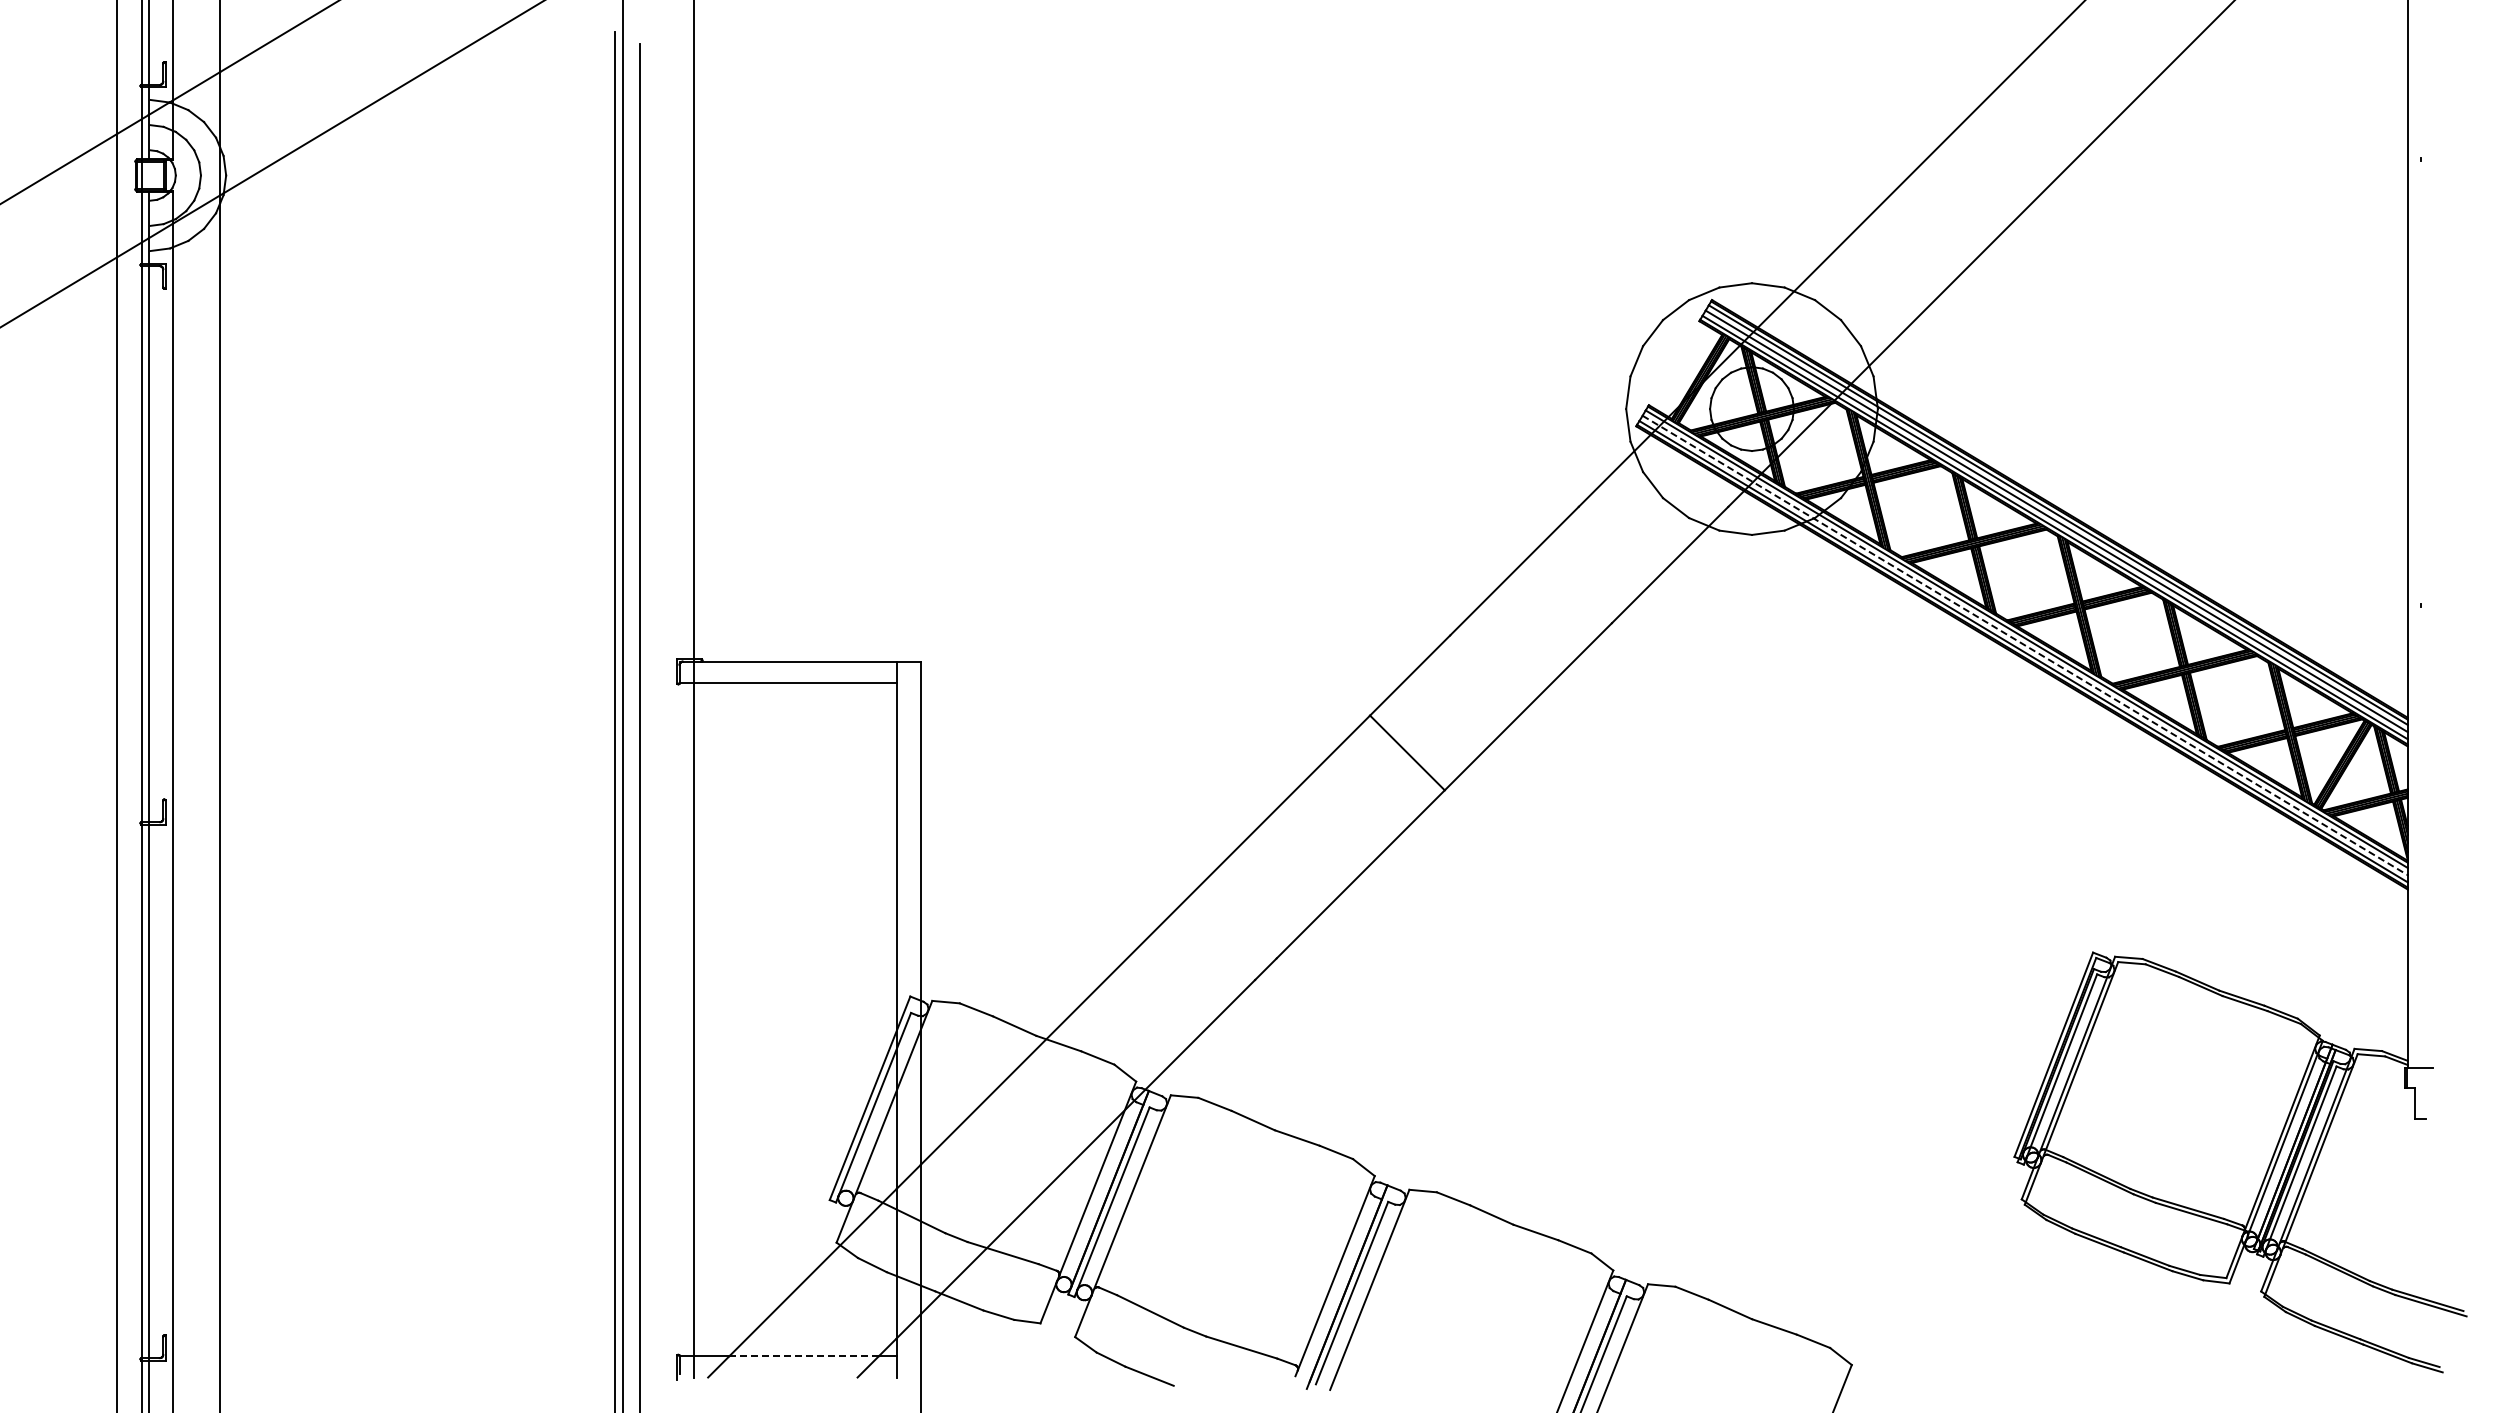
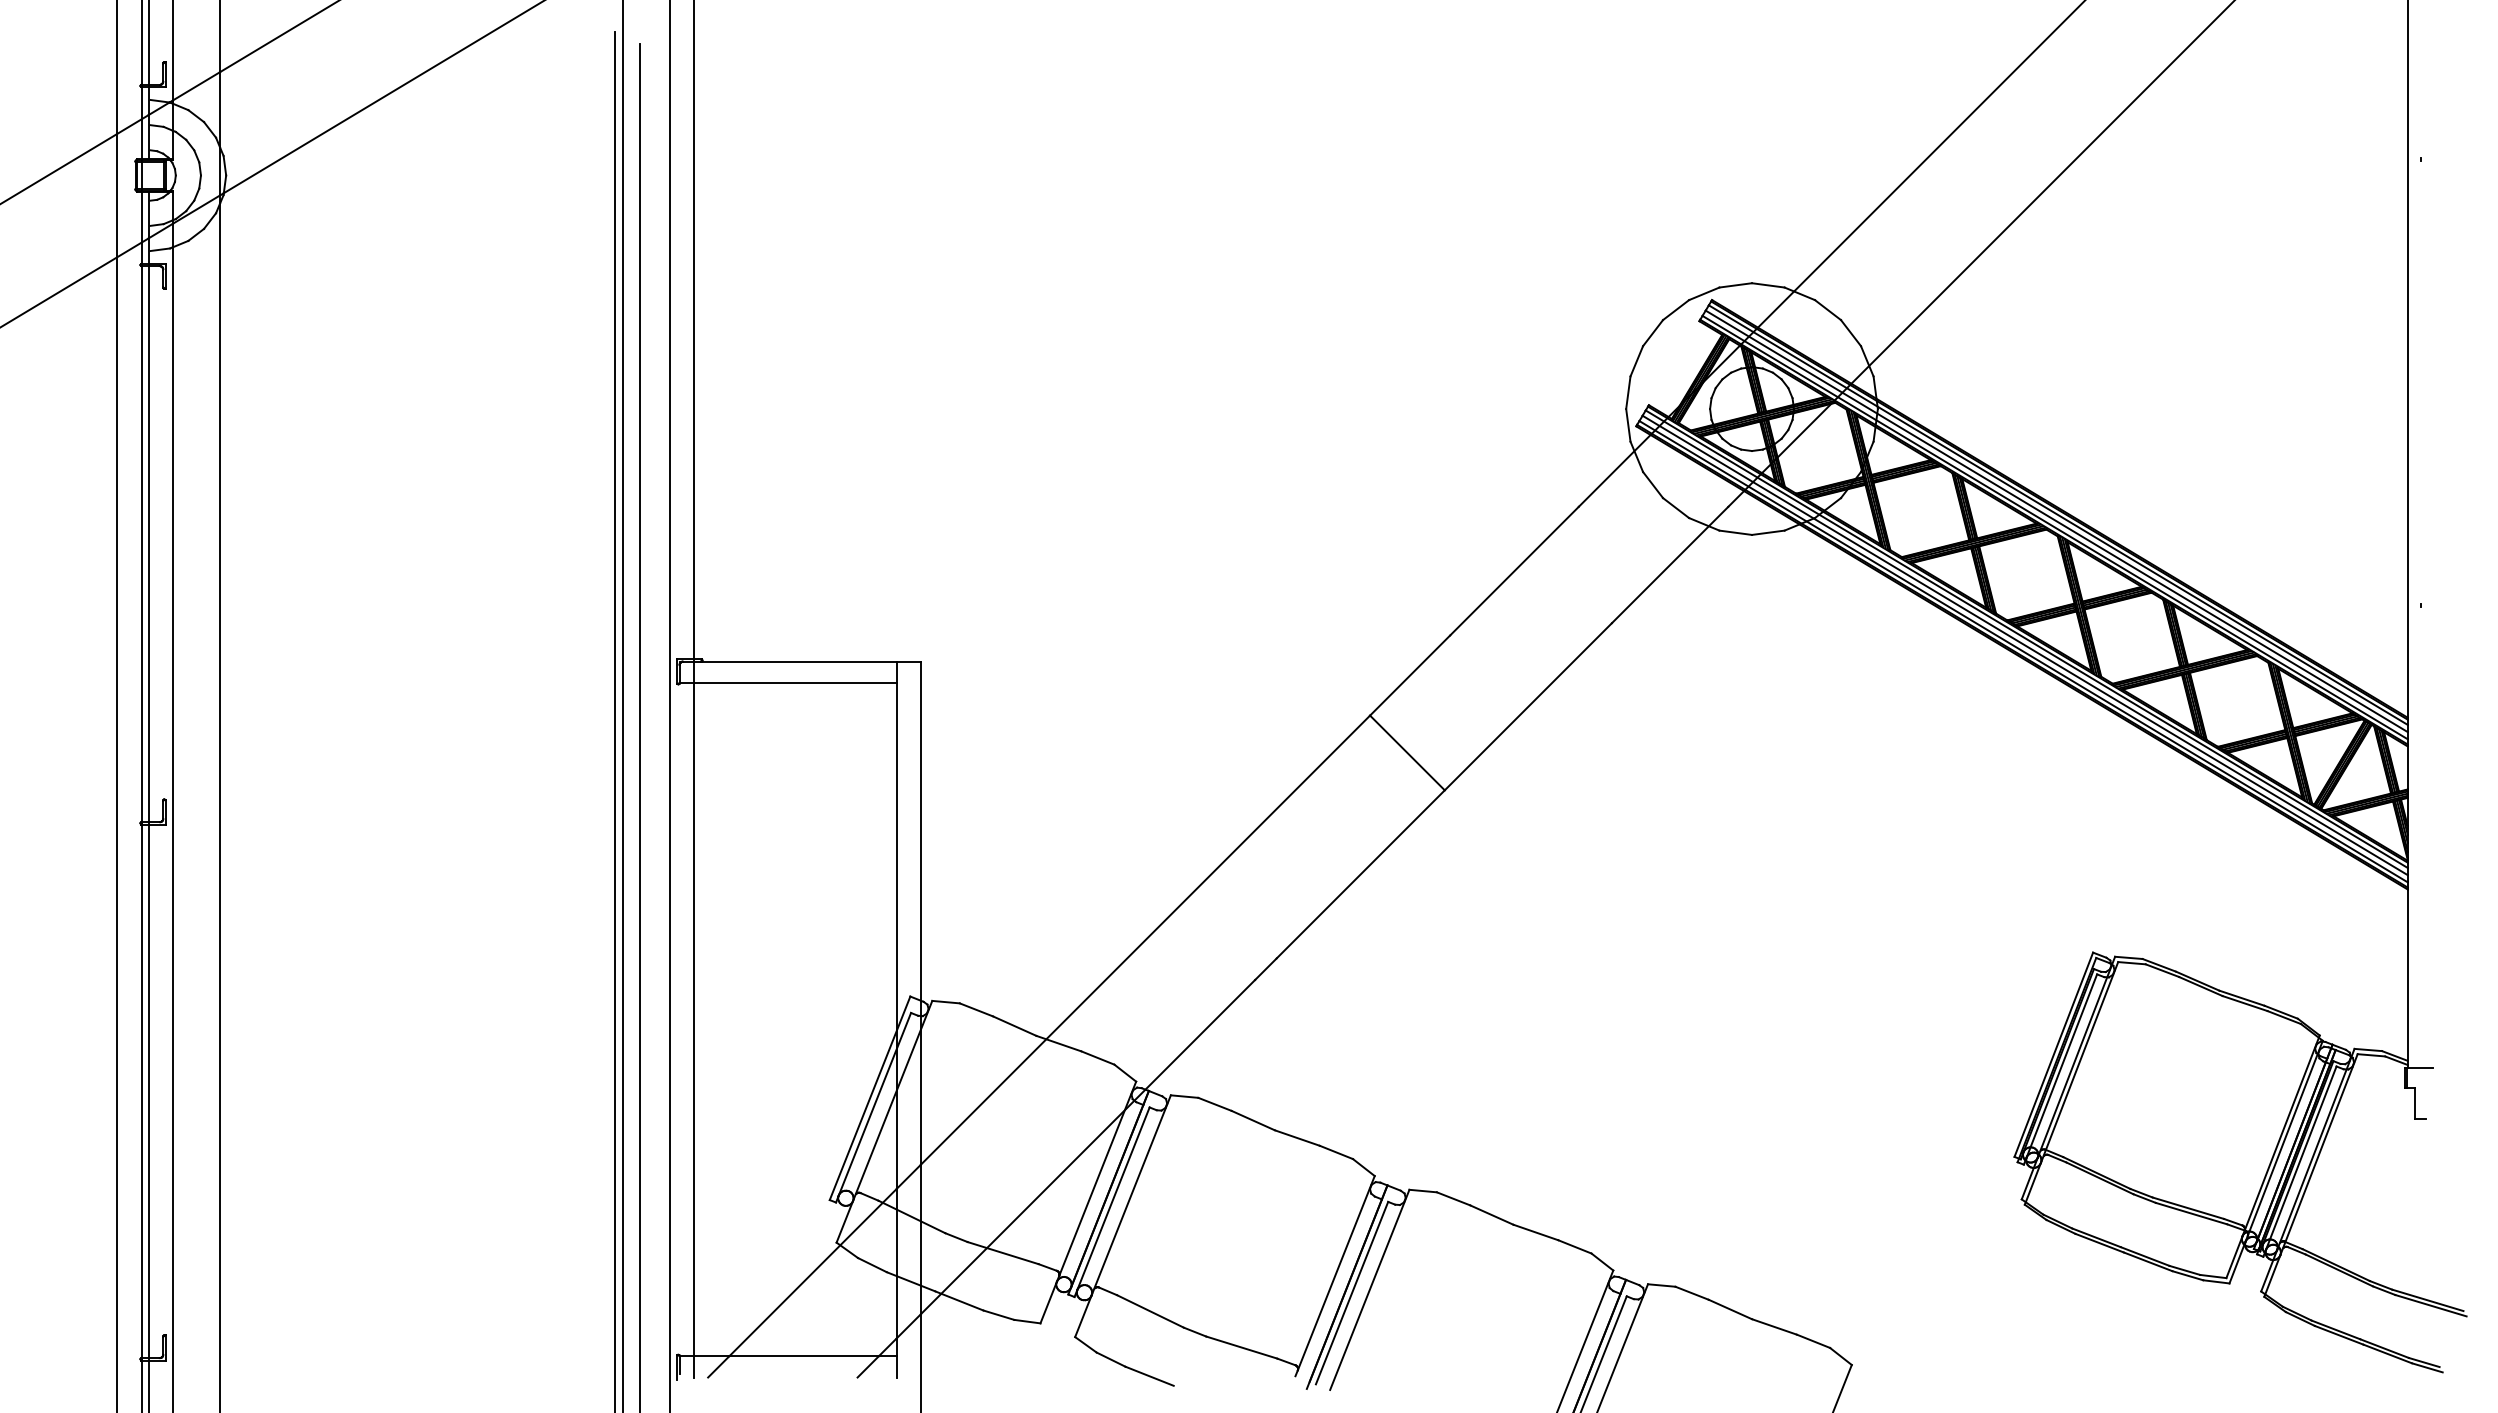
line at (2025, 645): dashed -> solid
line at (670, 705): none -> present
line at (804, 1356): dashed -> solid
